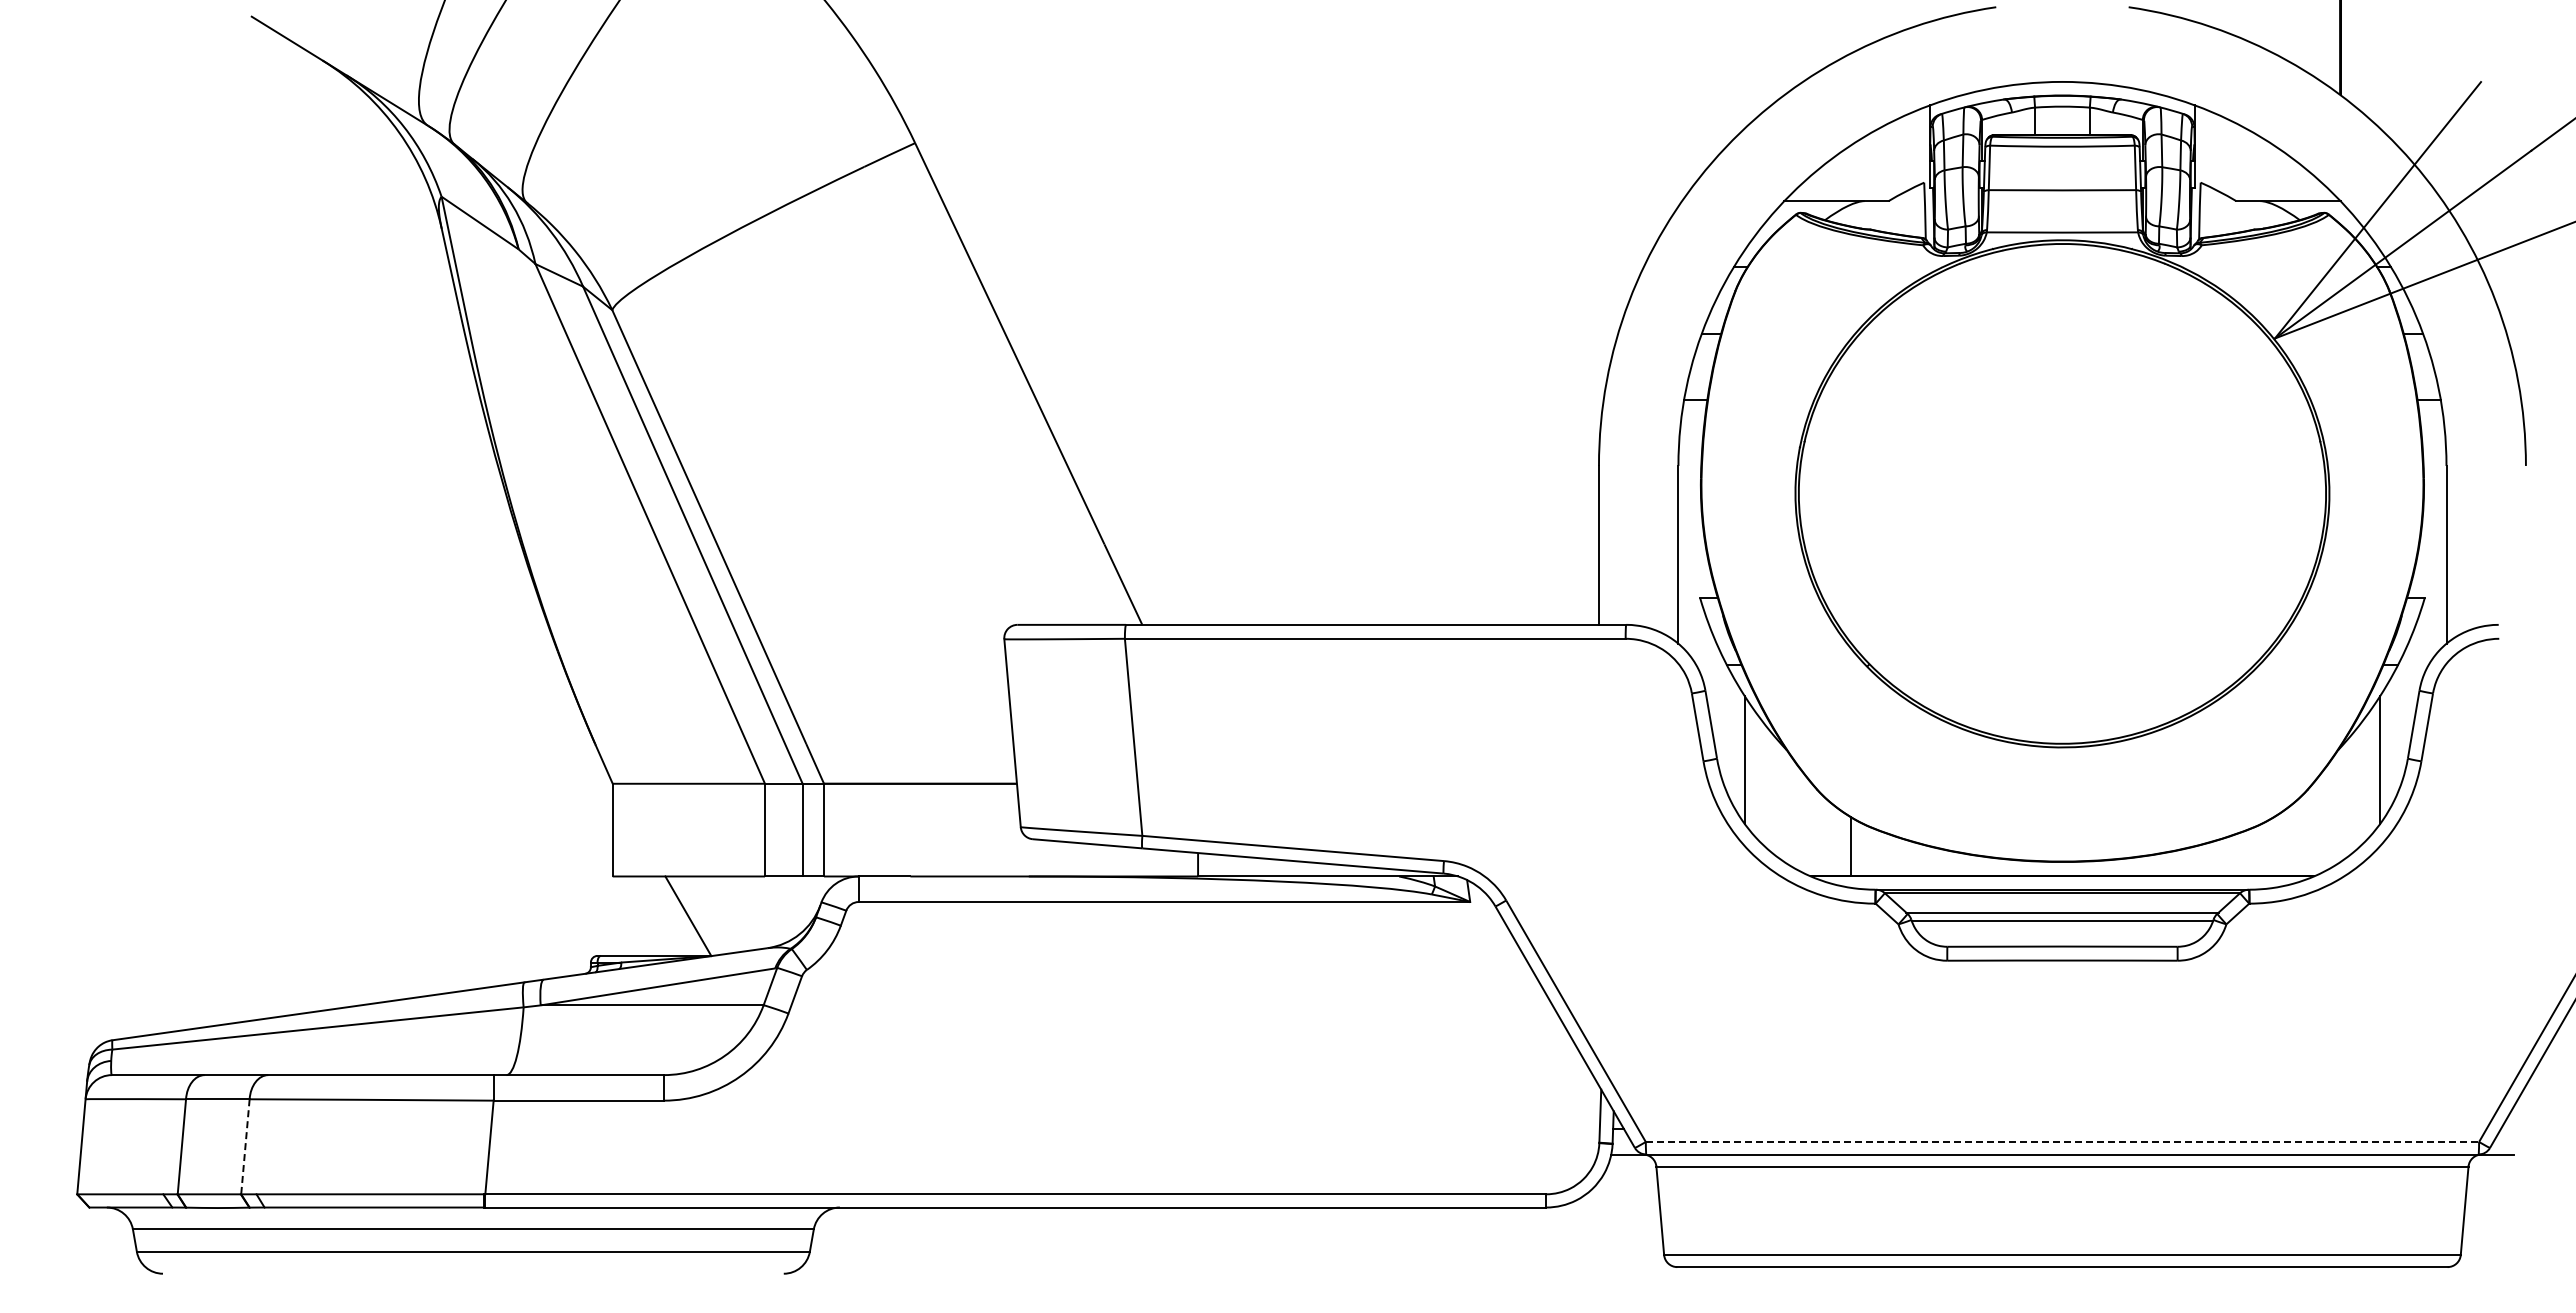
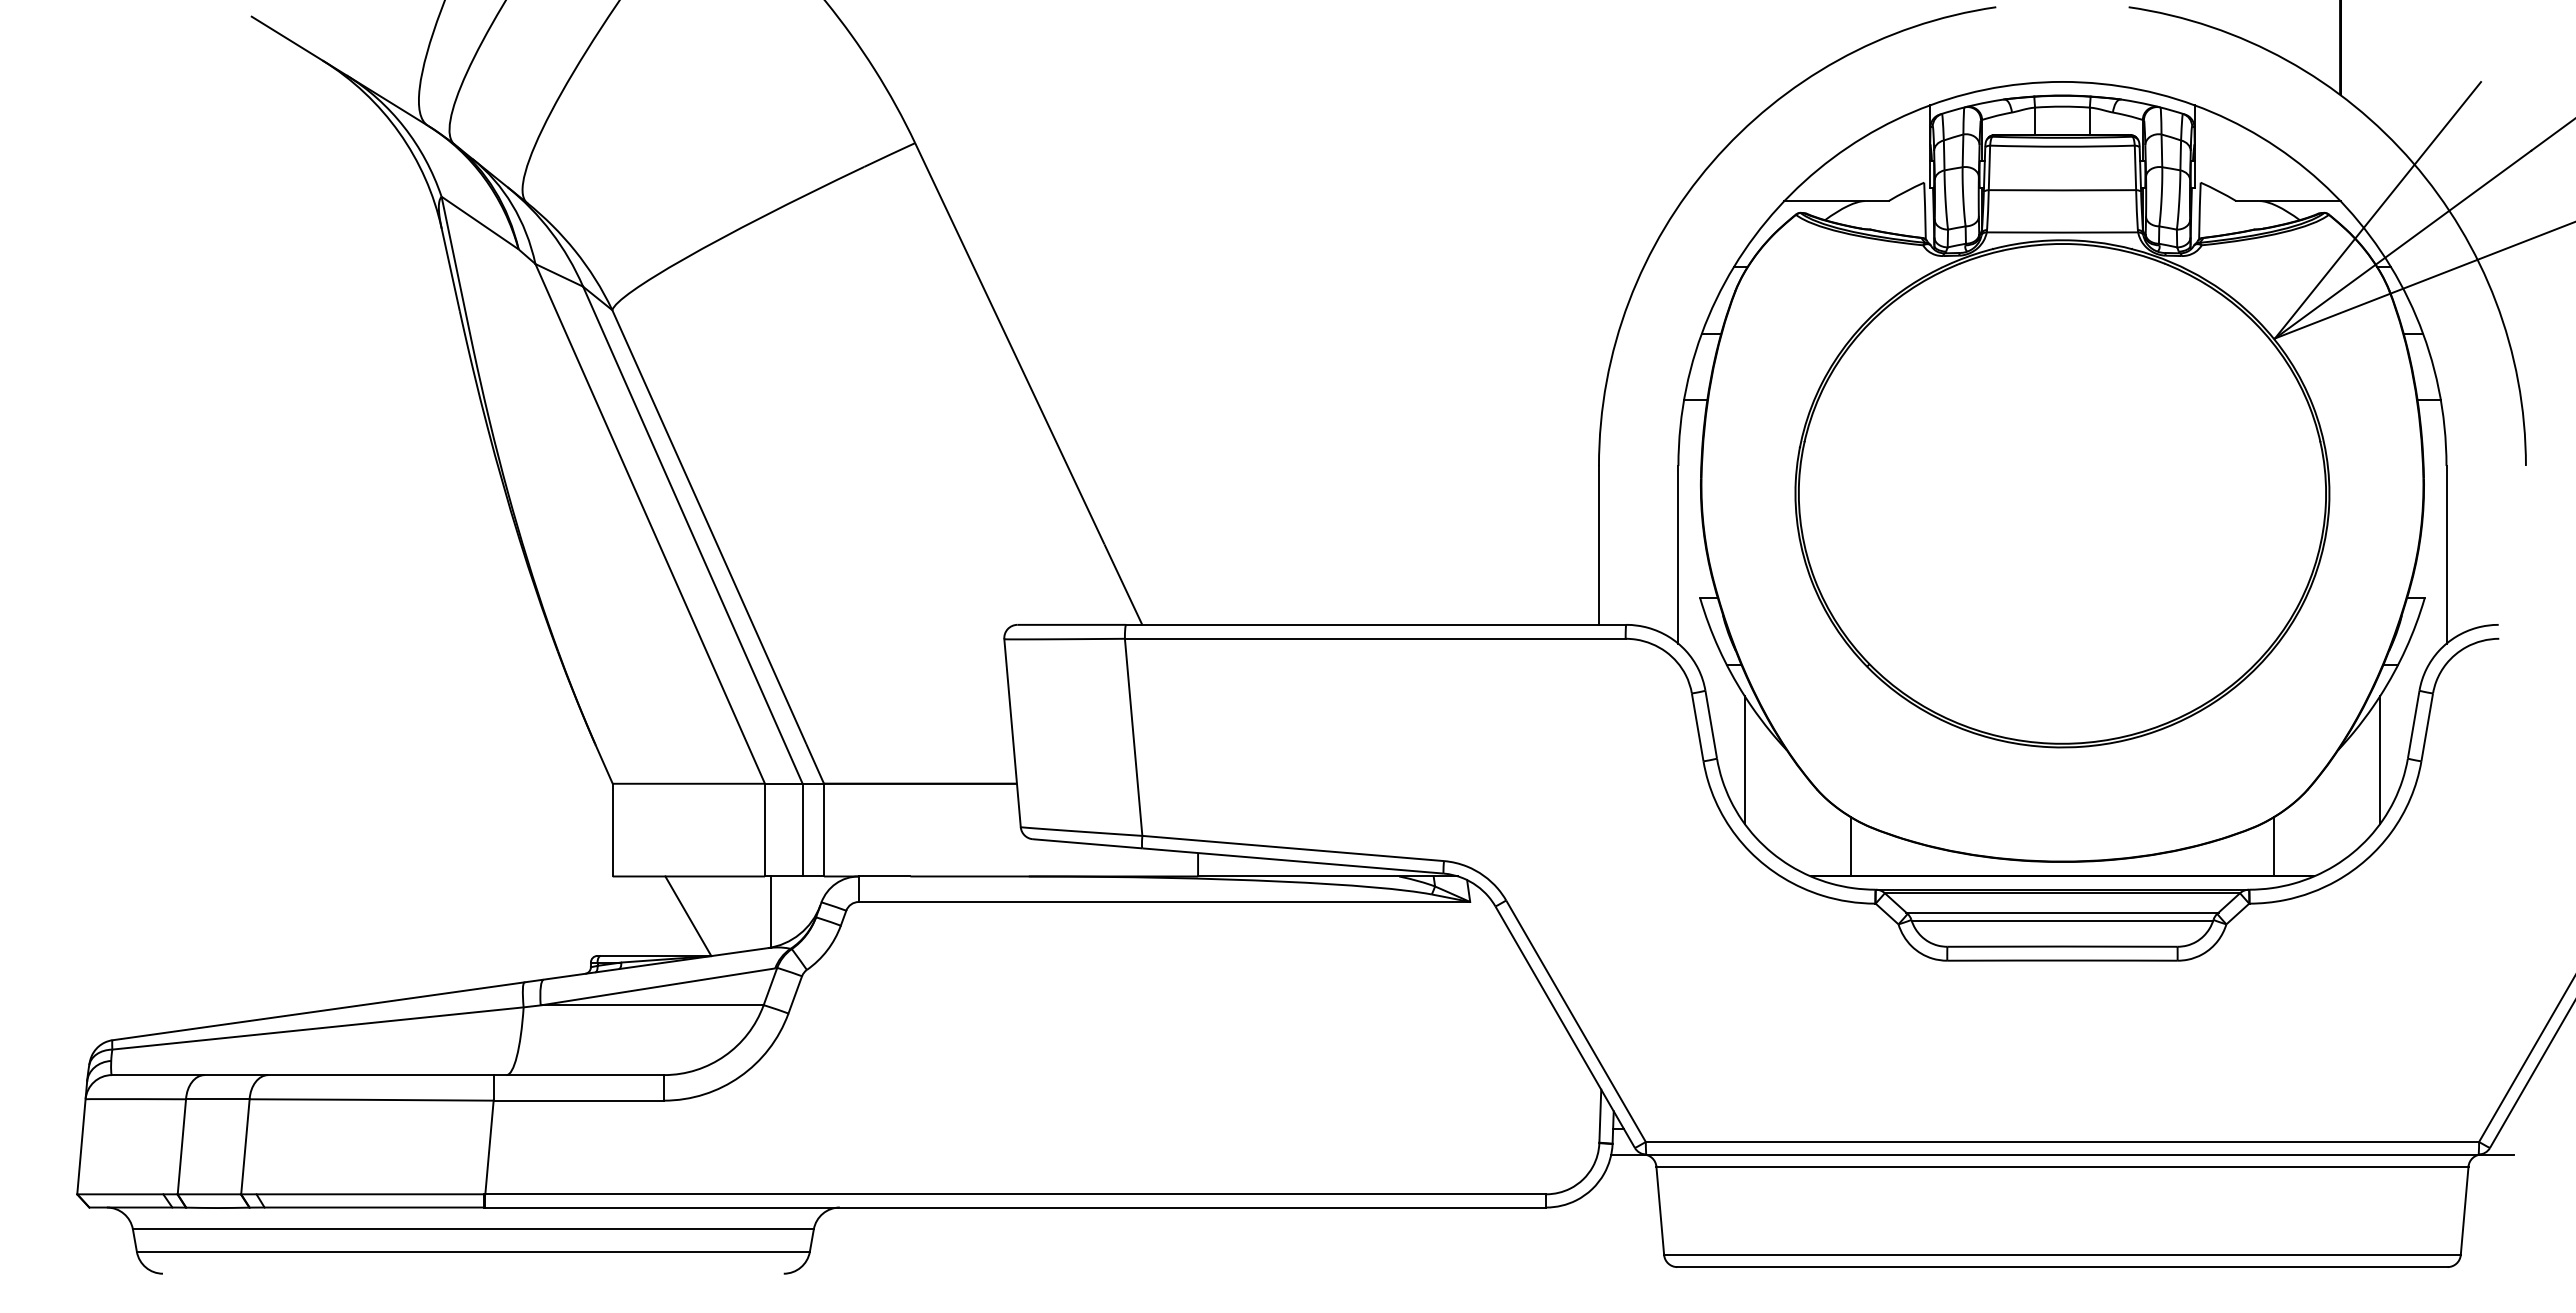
line at (2274, 846): none -> present
line at (771, 911): none -> present
line at (2062, 1142): dashed -> solid
line at (245, 1146): dashed -> solid
